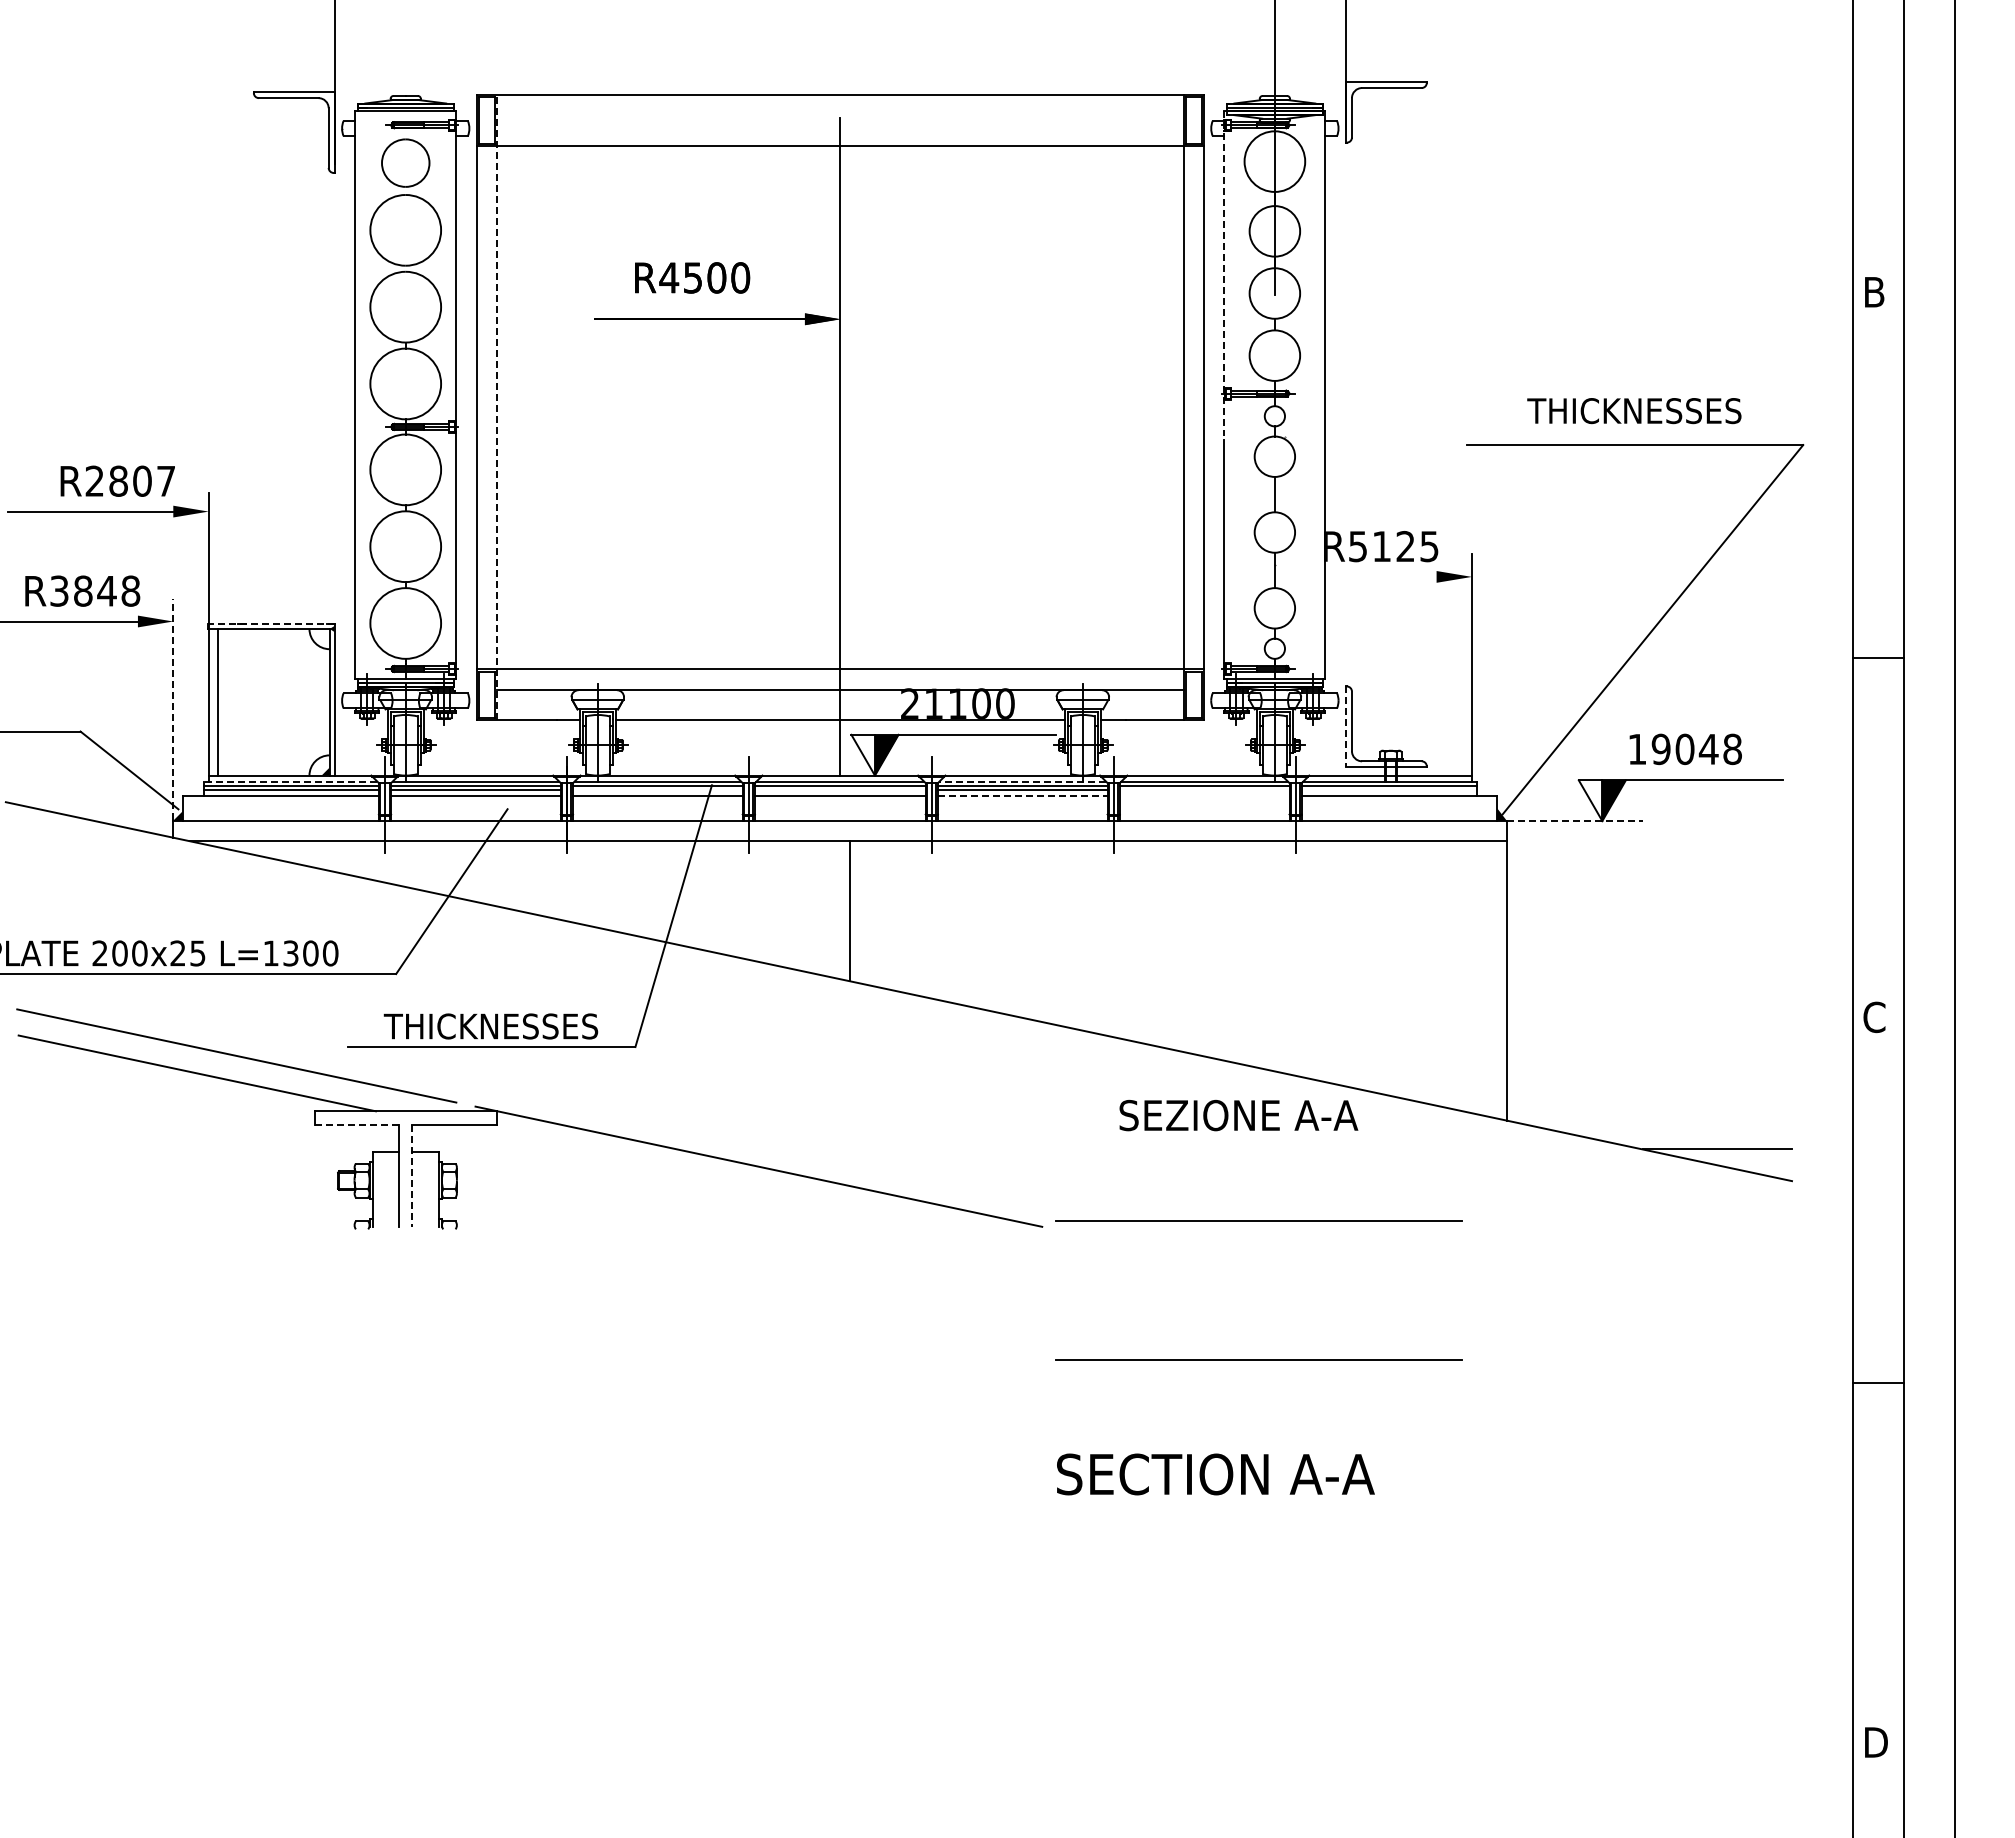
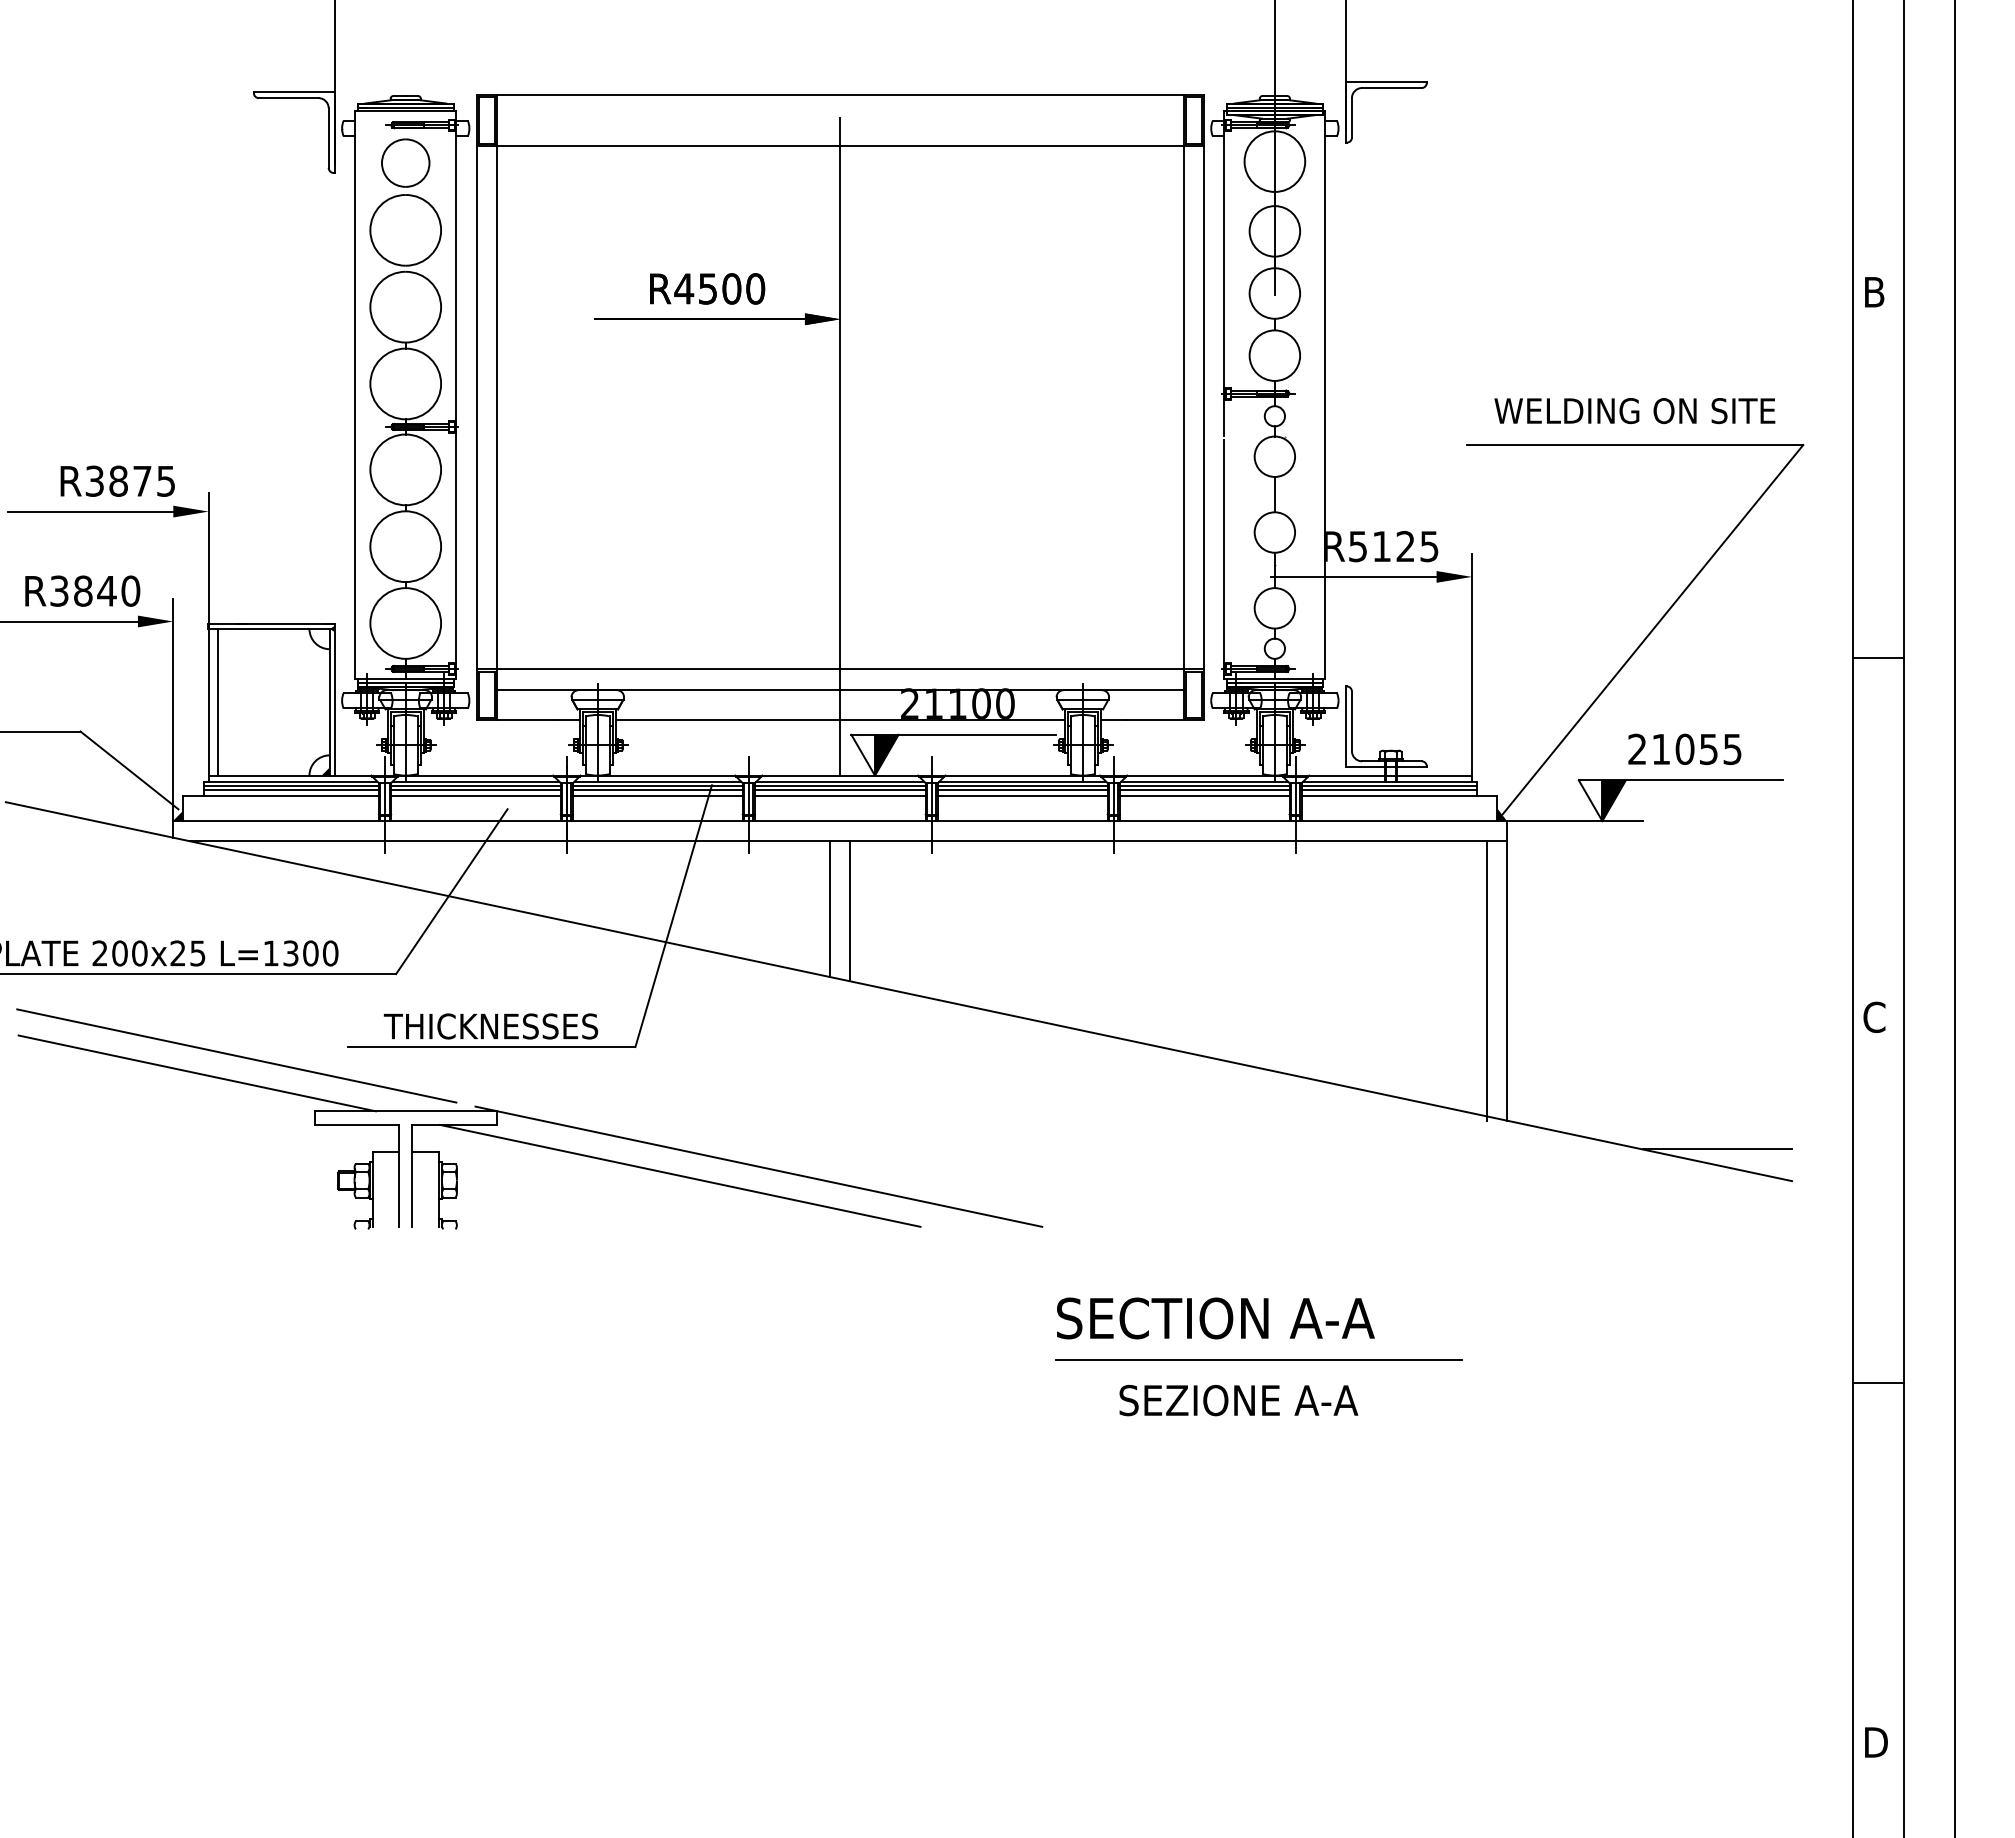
line at (1224, 274): dashed -> solid
text at (692, 277) position: (692, 277) -> (707, 288)
line at (496, 407): dashed -> solid
text at (1634, 411): THICKNESSES -> WELDING ON SITE
text at (129, 480): R2807 -> R3875
line at (1353, 576): none -> present
text at (130, 591): R3848 -> R3840
line at (271, 623): dashed -> solid
line at (173, 709): dashed -> solid
line at (1345, 727): dashed -> solid
text at (1684, 749): 19048 -> 21055
line at (290, 781): dashed -> solid
line at (1022, 781): dashed -> solid
line at (657, 789): none -> present
line at (839, 789): none -> present
line at (1204, 789): none -> present
line at (1389, 789): none -> present
line at (1022, 795): dashed -> solid
line at (1204, 795): none -> present
line at (1575, 821): dashed -> solid
line at (830, 909): none -> present
line at (1487, 980): none -> present
text at (1238, 1115) position: (1238, 1115) -> (1238, 1400)
line at (357, 1124): dashed -> solid
line at (412, 1175): dashed -> solid
line at (680, 1175): none -> present
line at (1258, 1220): present -> none
text at (1215, 1474) position: (1215, 1474) -> (1215, 1318)
